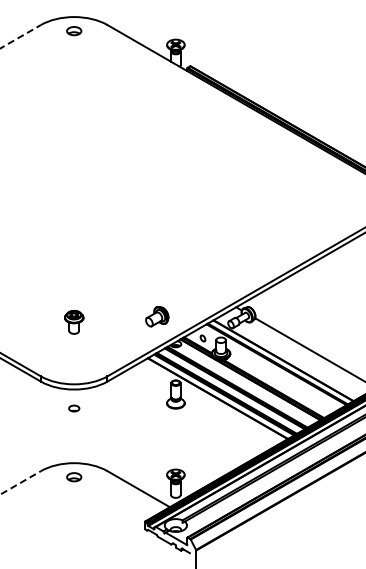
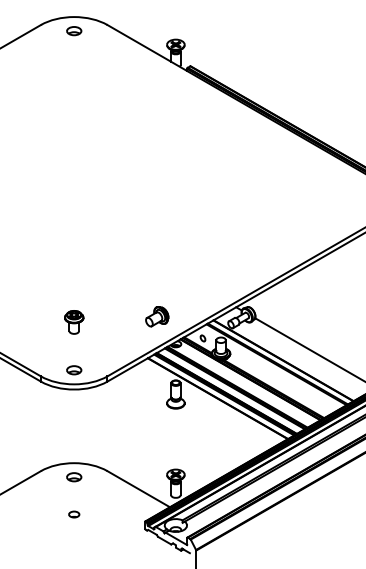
line at (21, 36): dashed -> solid
part at (74, 370): none -> present
part at (74, 408) position: (74, 408) -> (74, 514)
line at (21, 482): dashed -> solid
